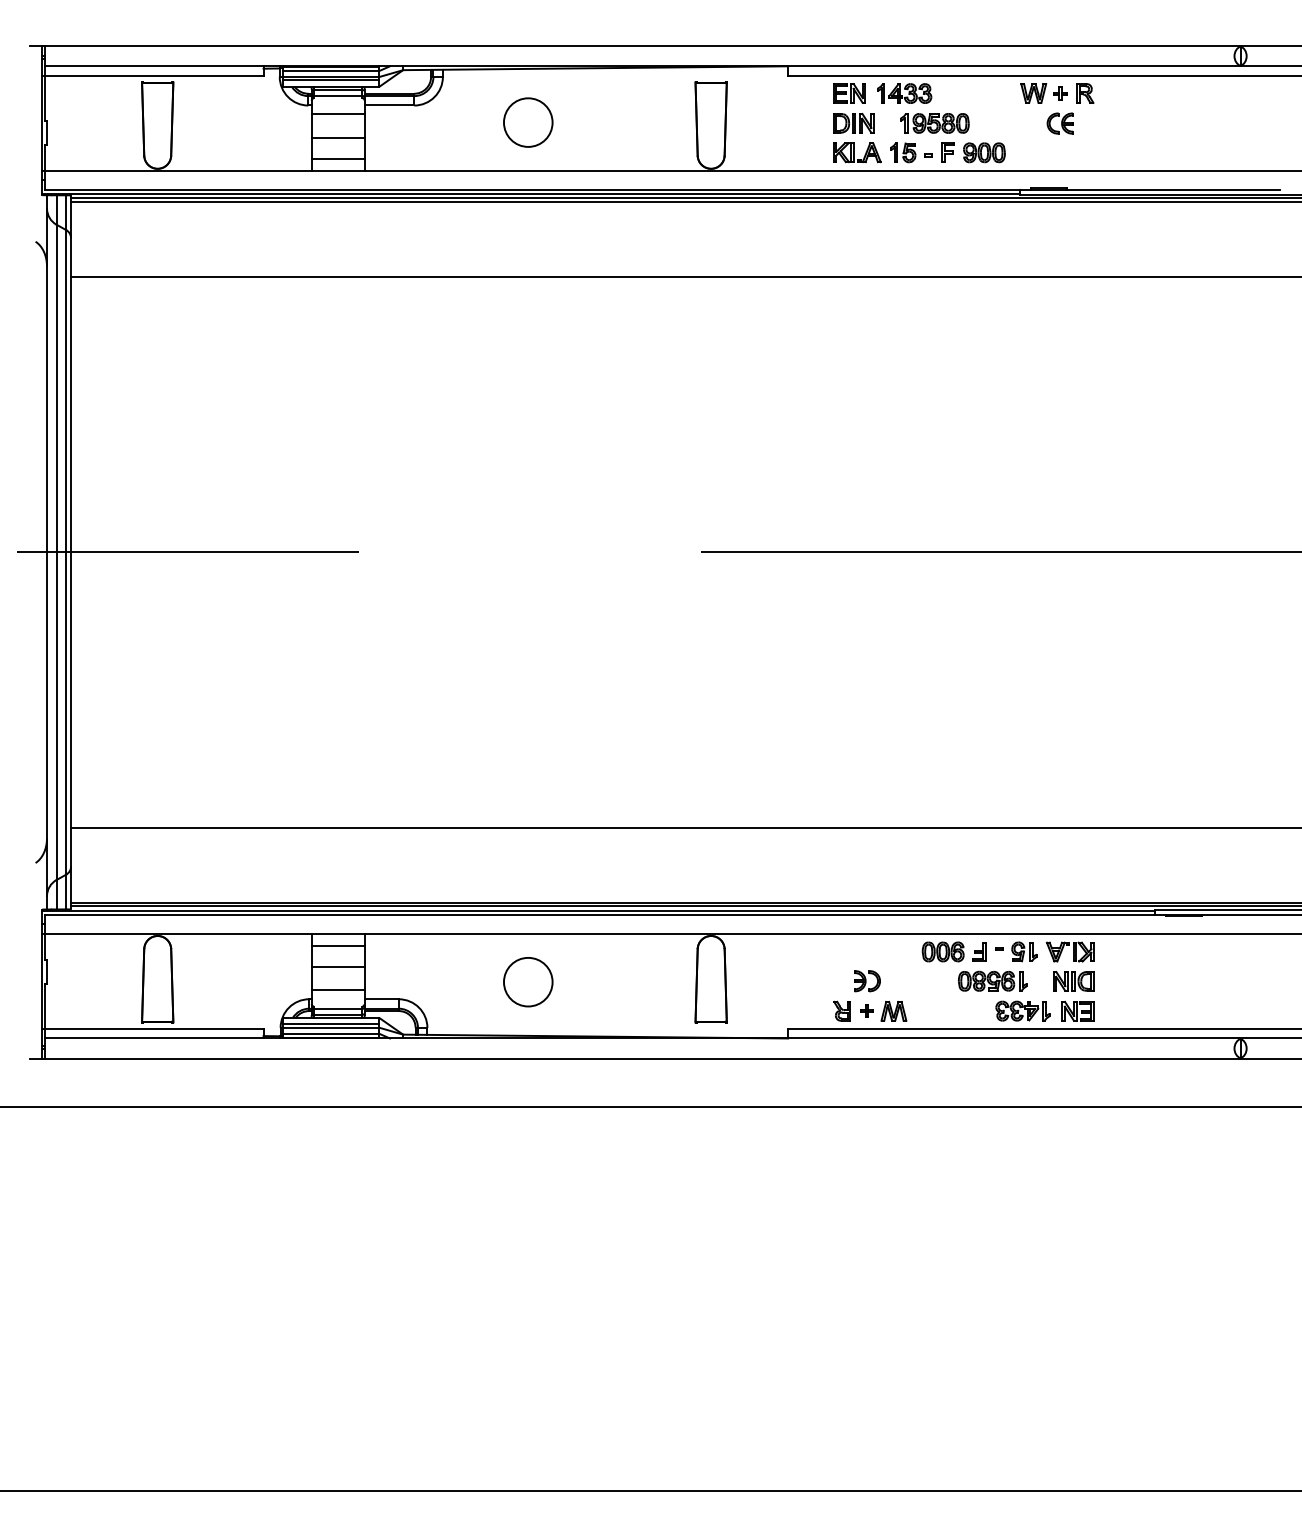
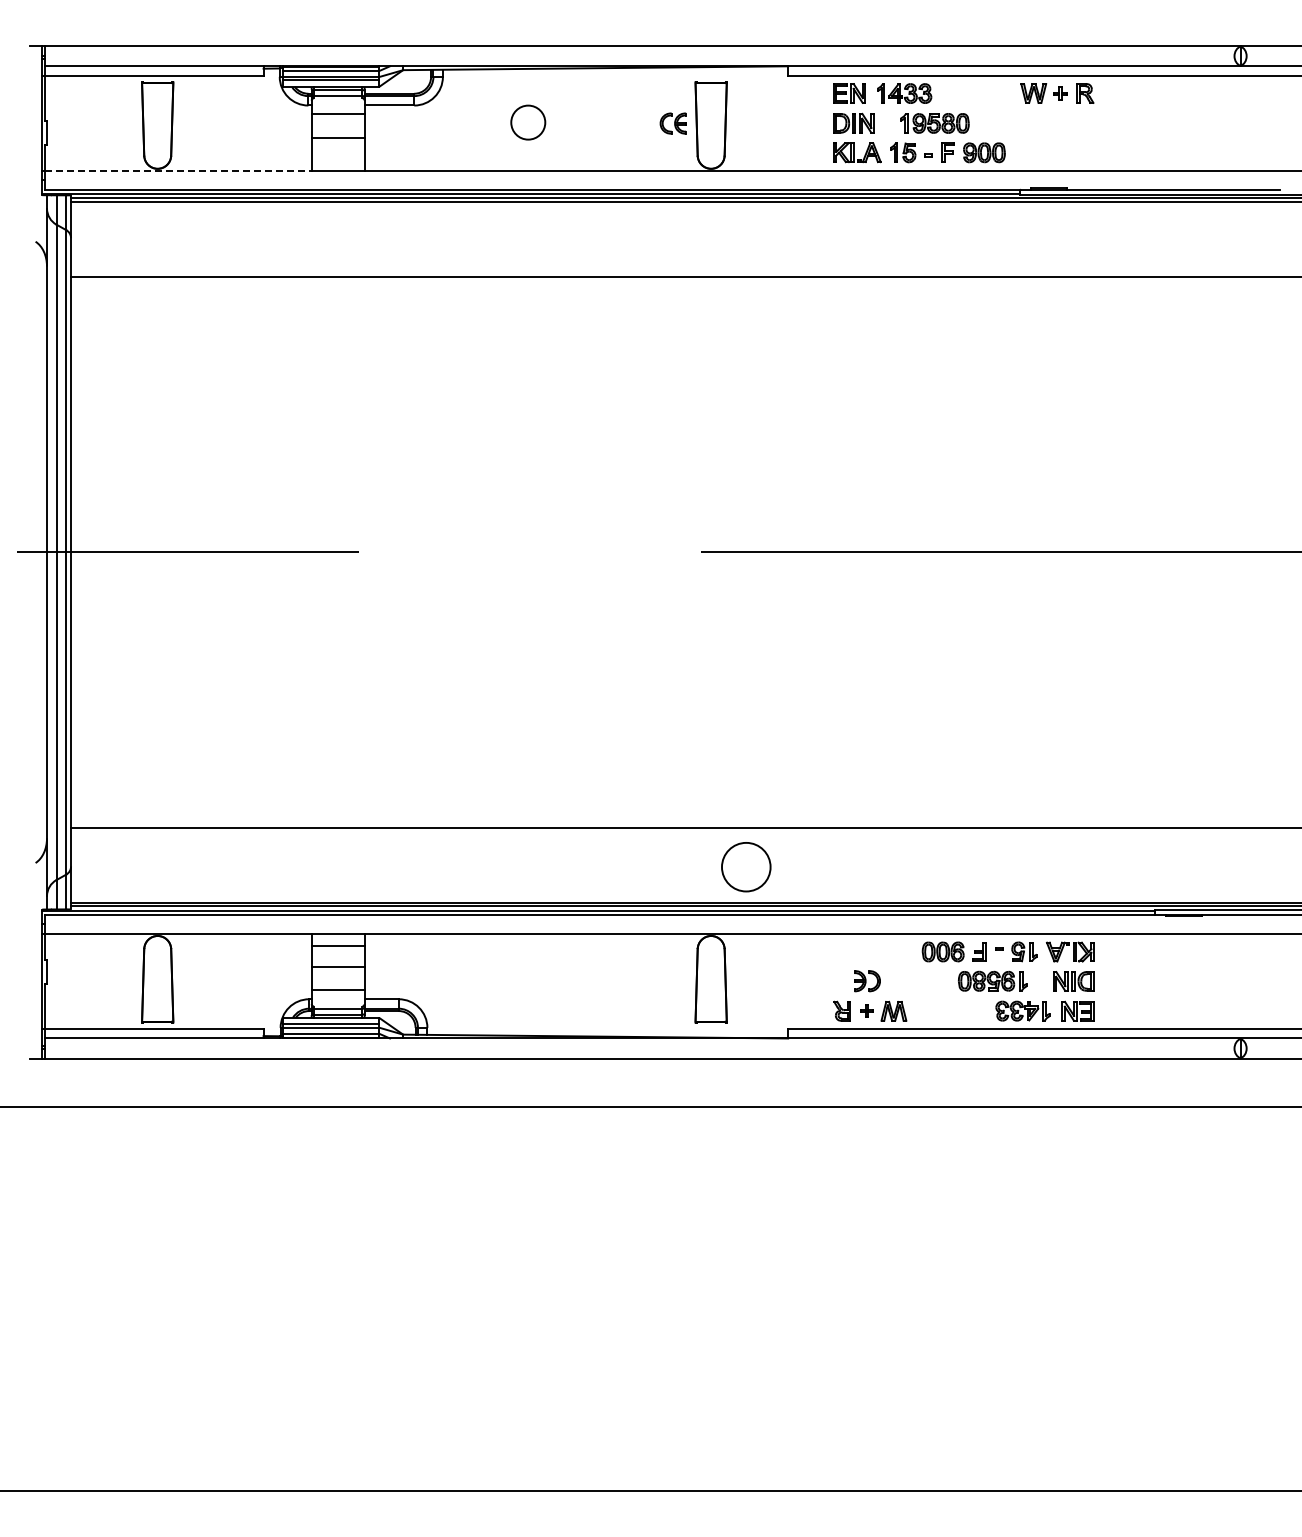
circle at (527, 122) diameter: 49 px -> 34 px
part at (1059, 123) position: (1059, 123) -> (672, 123)
line at (337, 158): present -> none
line at (178, 170): solid -> dashed
circle at (528, 982) position: (528, 982) -> (746, 867)
